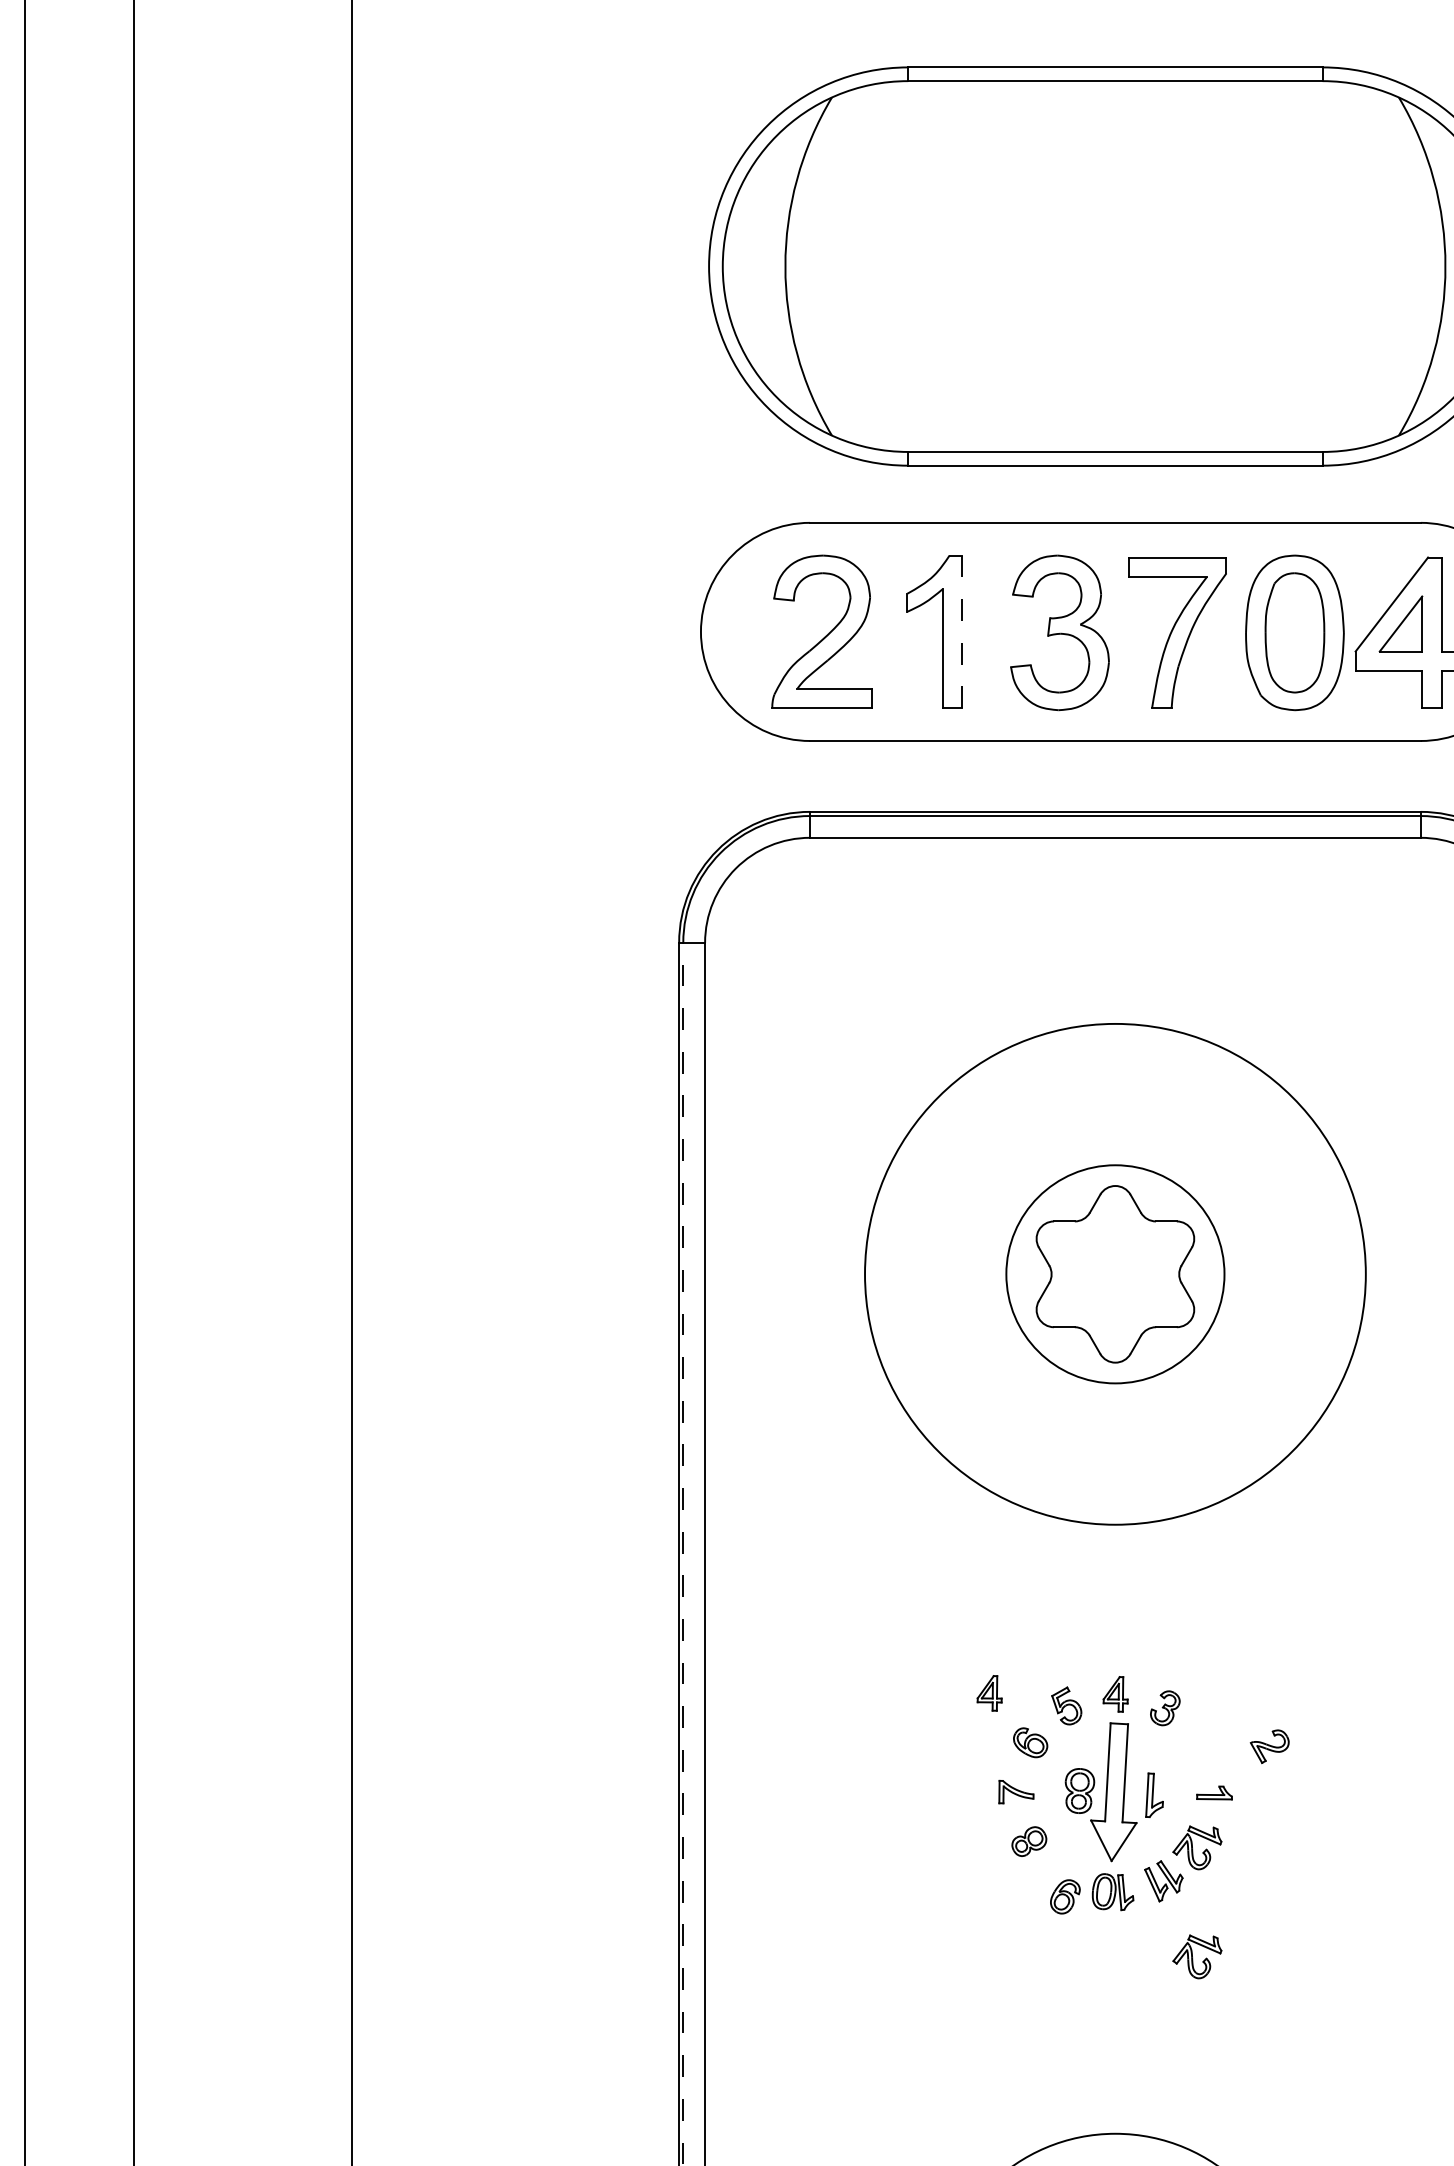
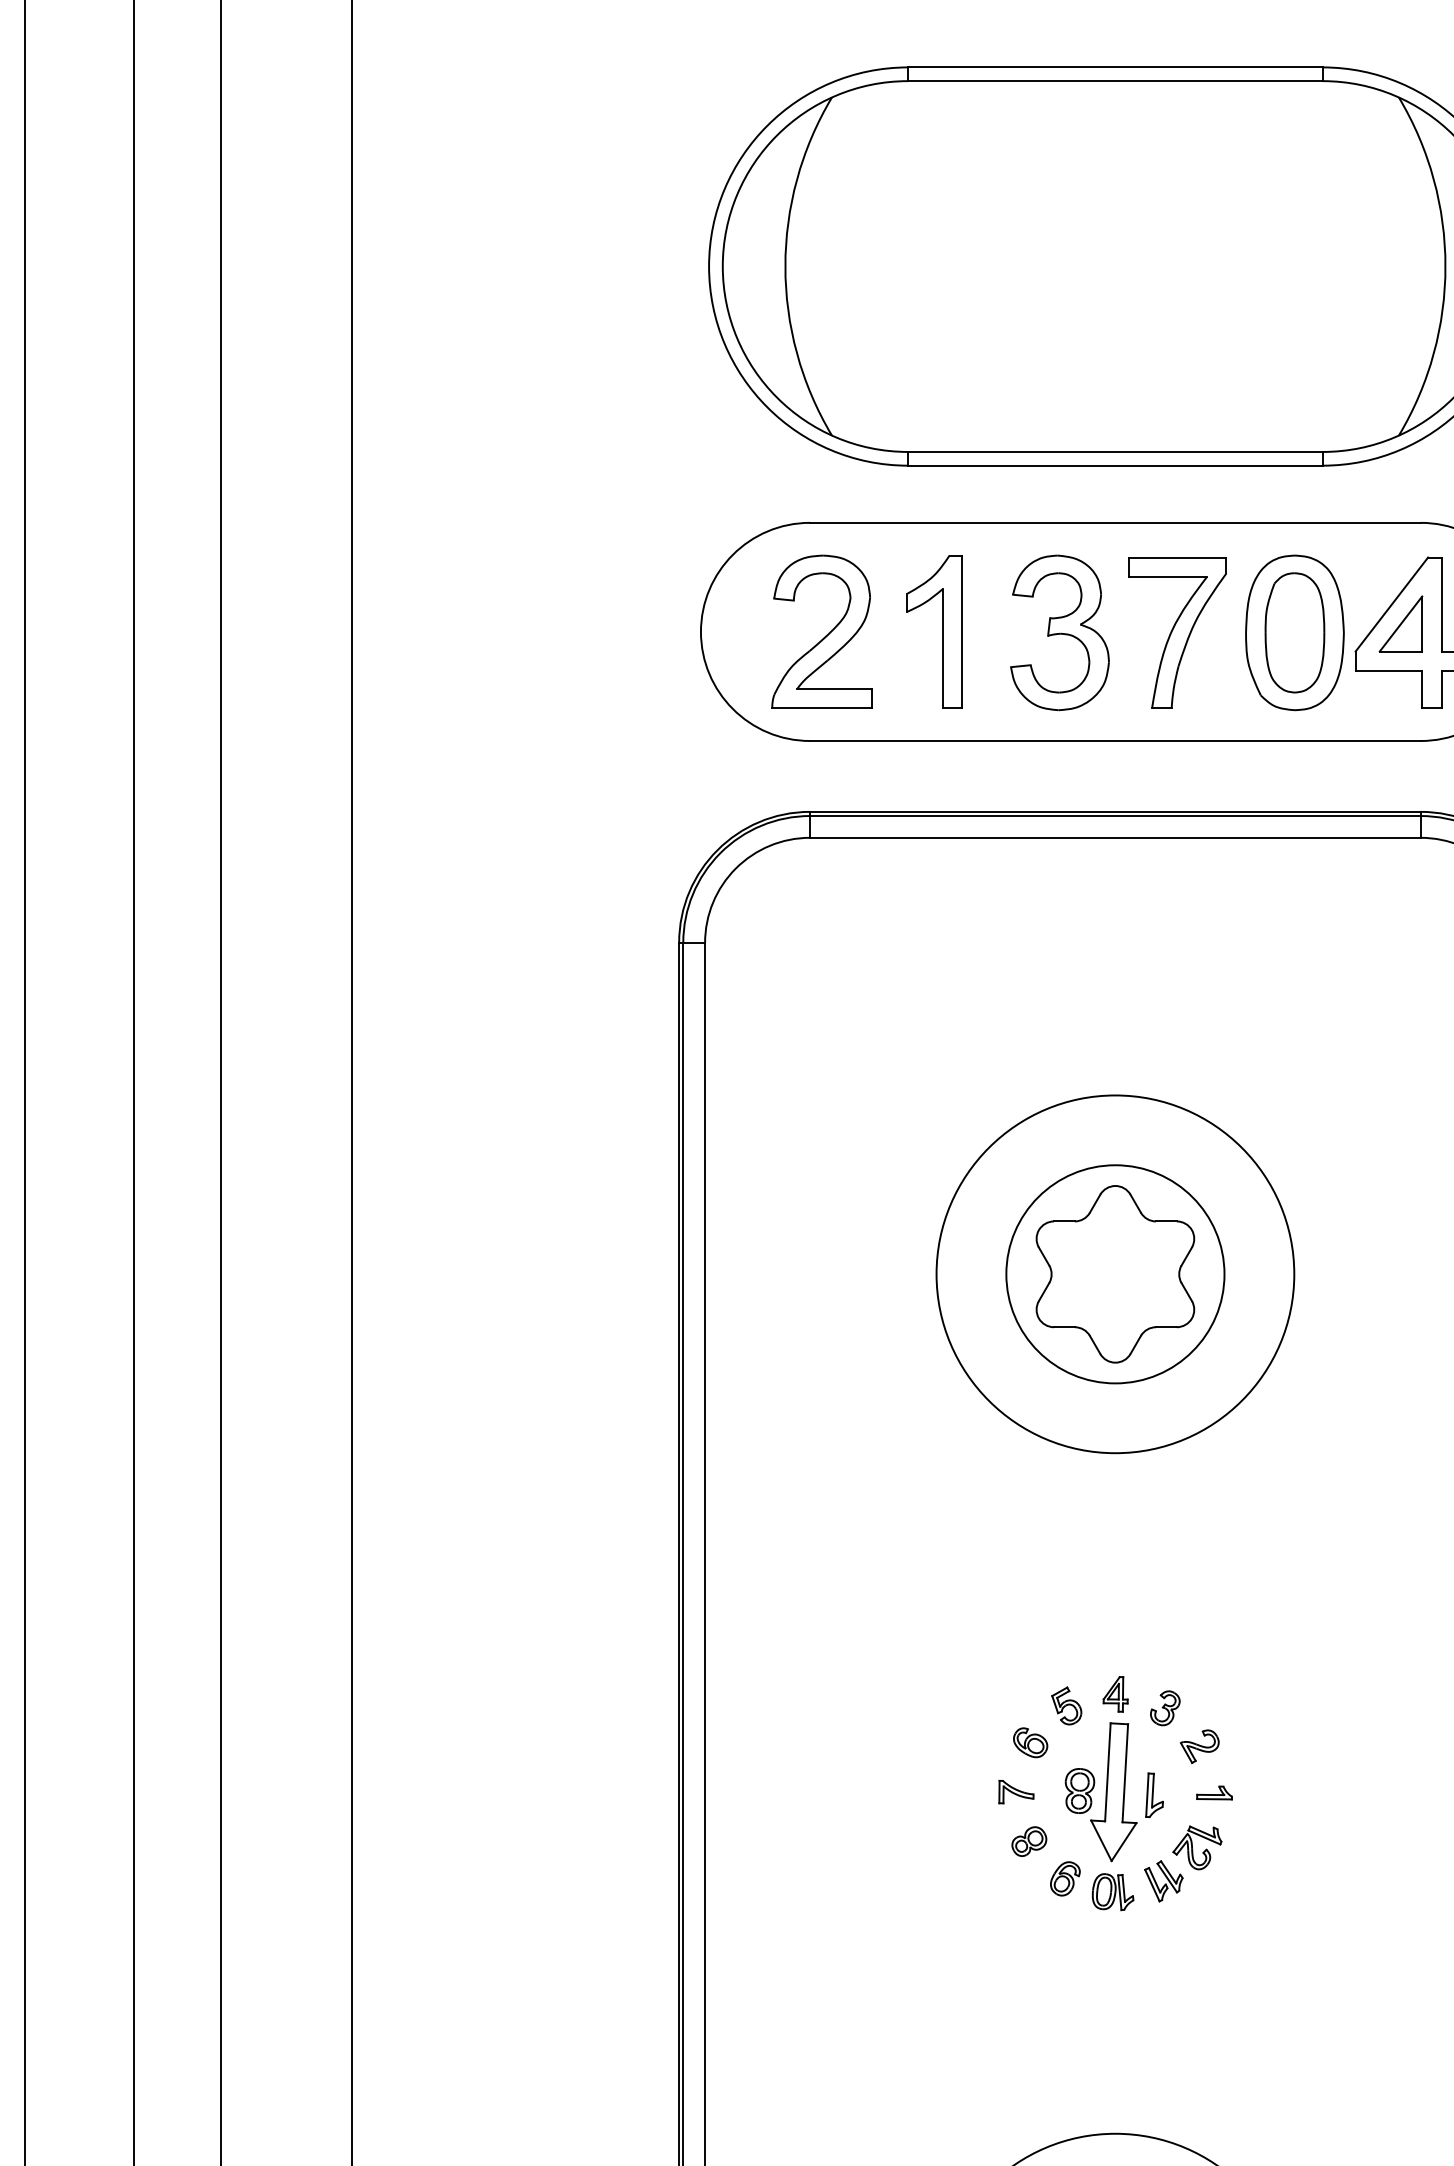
line at (962, 632): dashed -> solid
line at (221, 1082): none -> present
circle at (1115, 1273) diameter: 501 px -> 358 px
line at (683, 1553): dashed -> solid
part at (989, 1693): present -> none
part at (1269, 1746) position: (1269, 1746) -> (1199, 1746)
part at (1065, 1896) position: (1065, 1896) -> (1065, 1878)
part at (1197, 1956): present -> none
